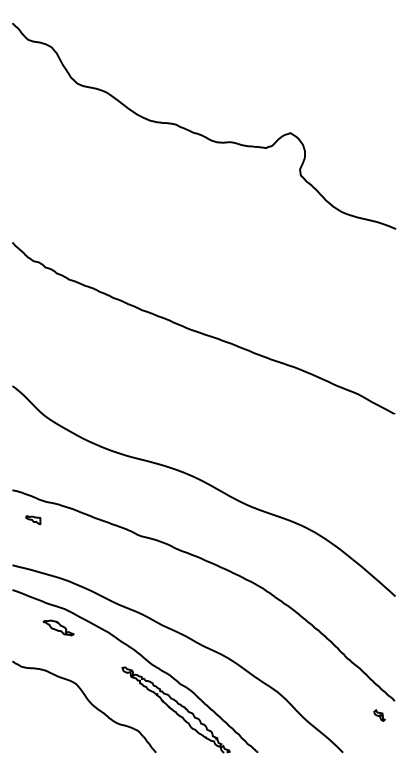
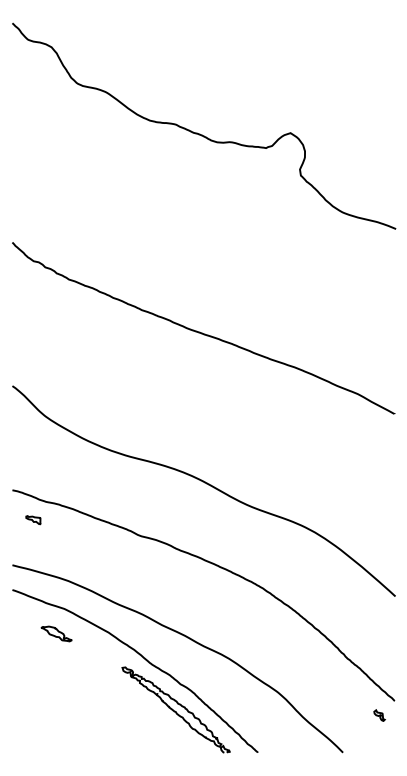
part at (58, 627) position: (58, 627) -> (56, 633)
curve at (89, 703): present -> none
